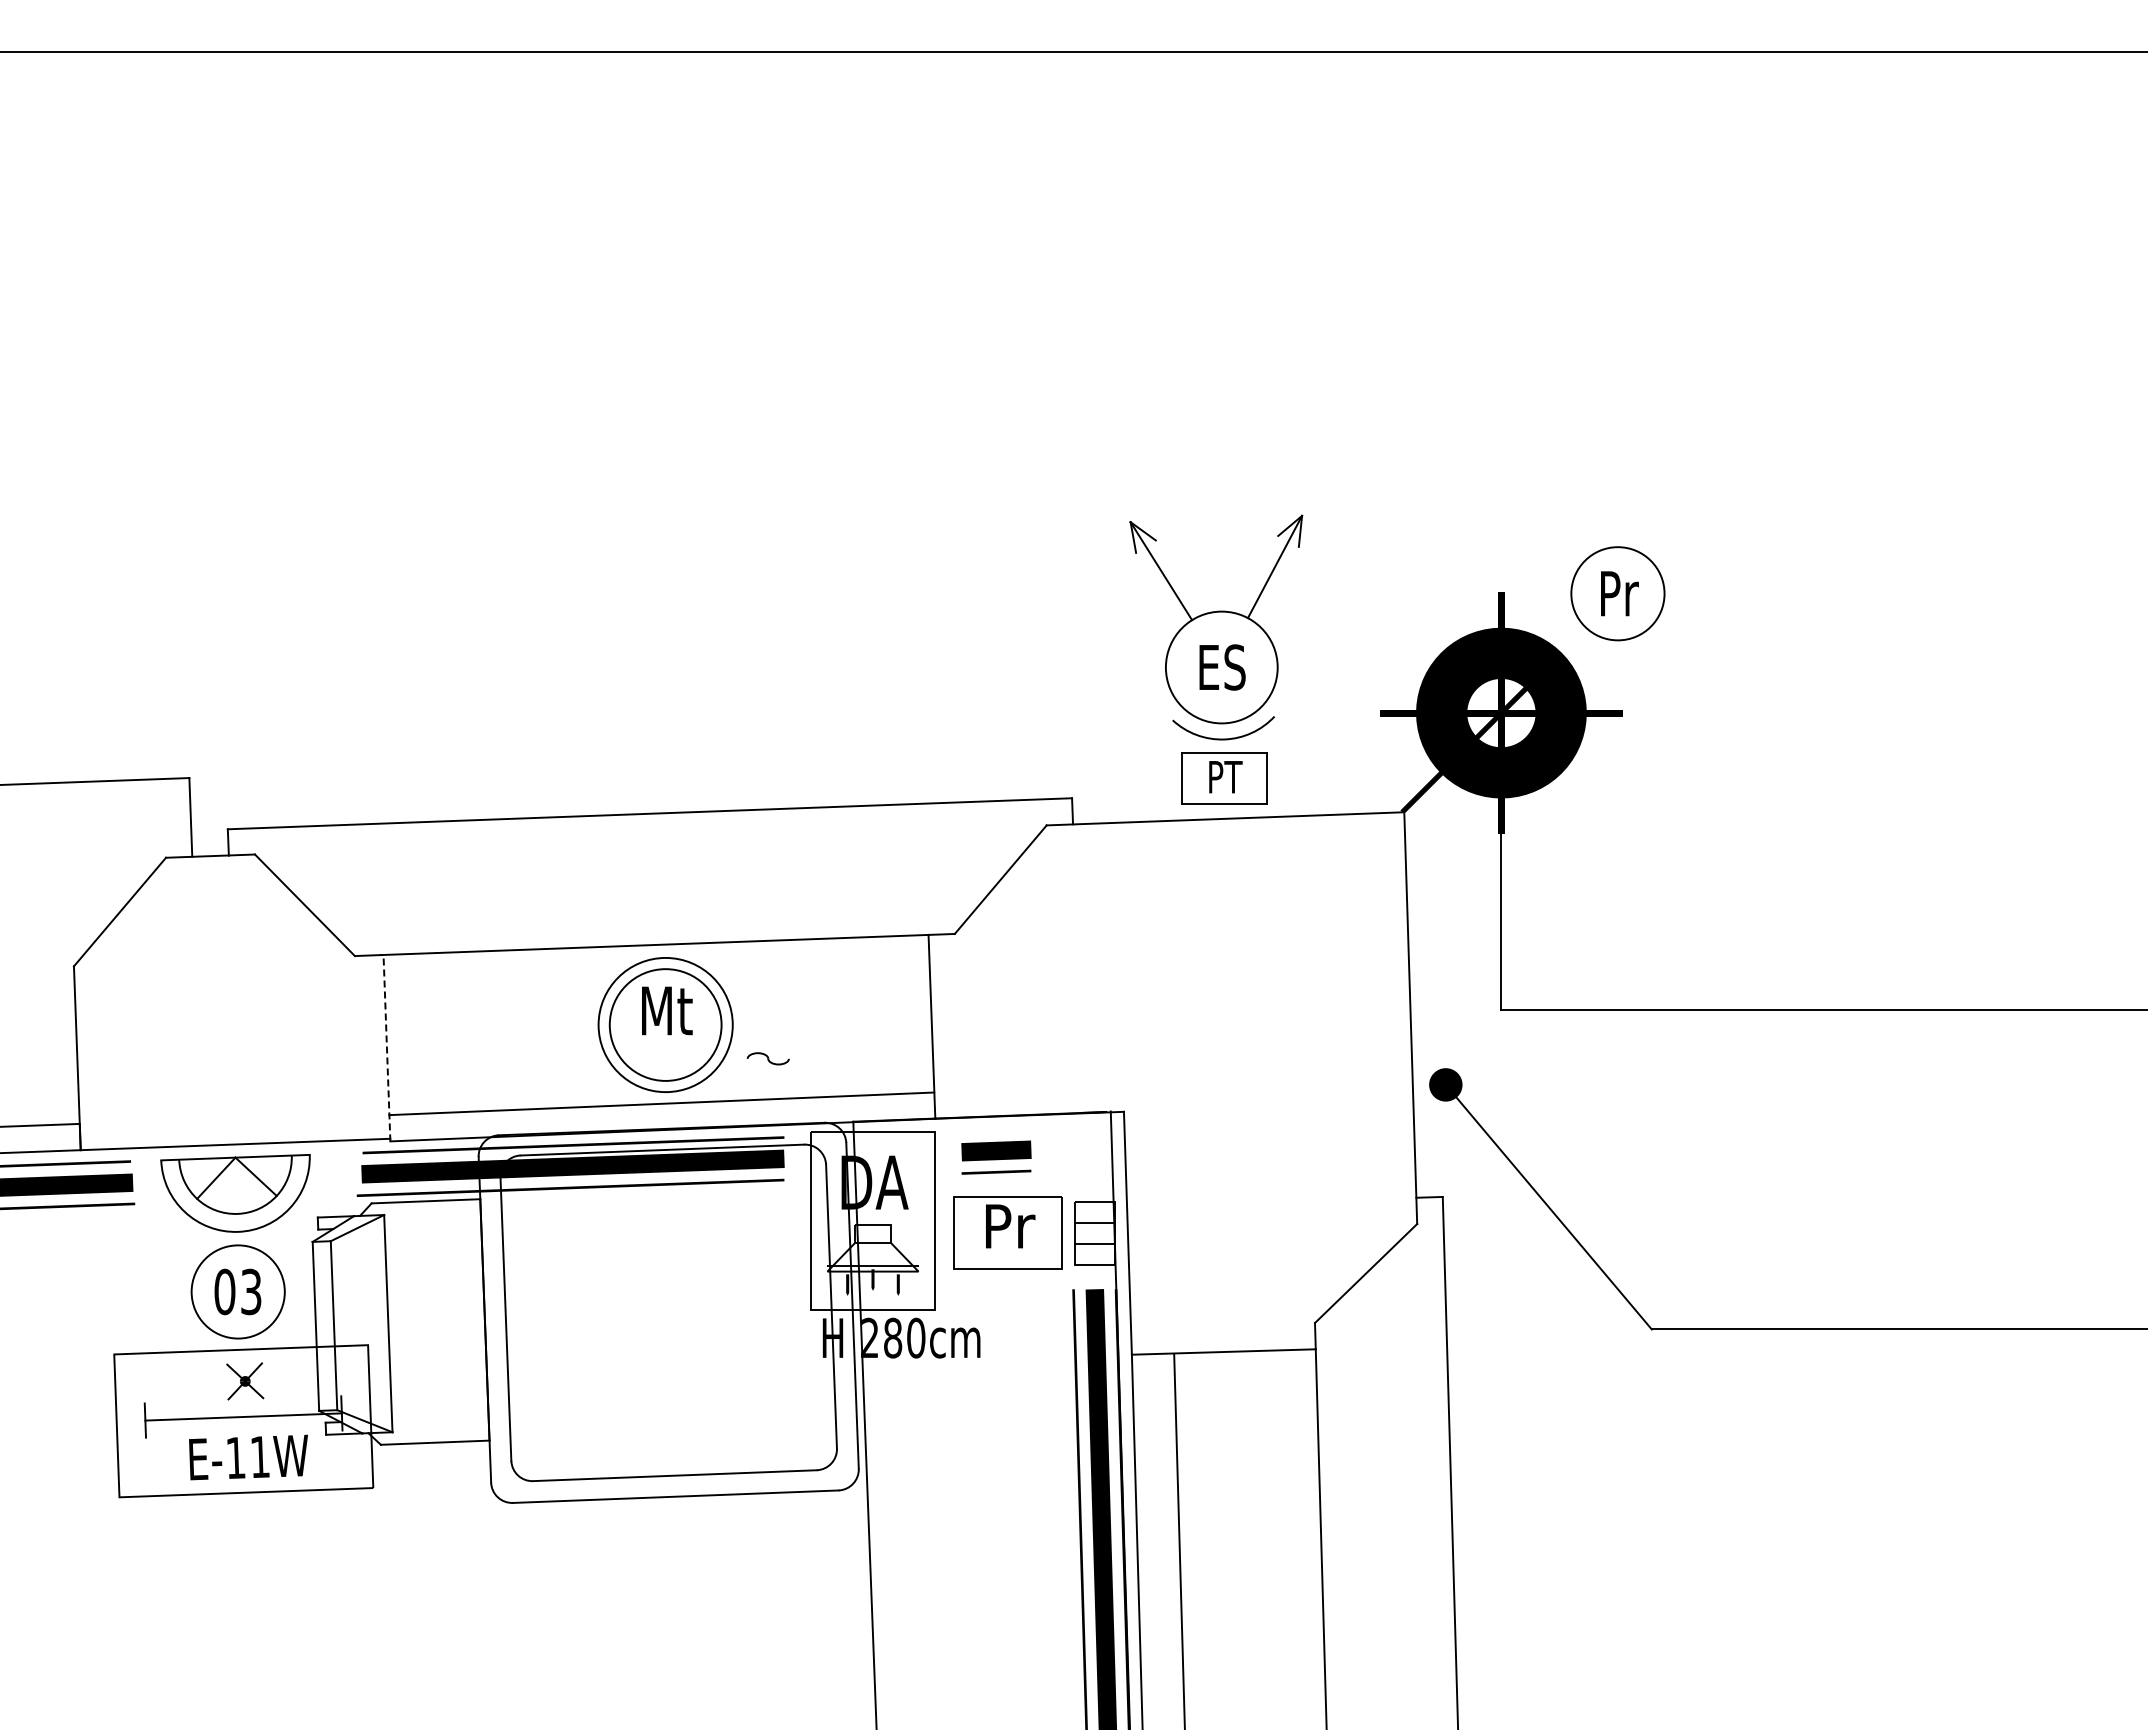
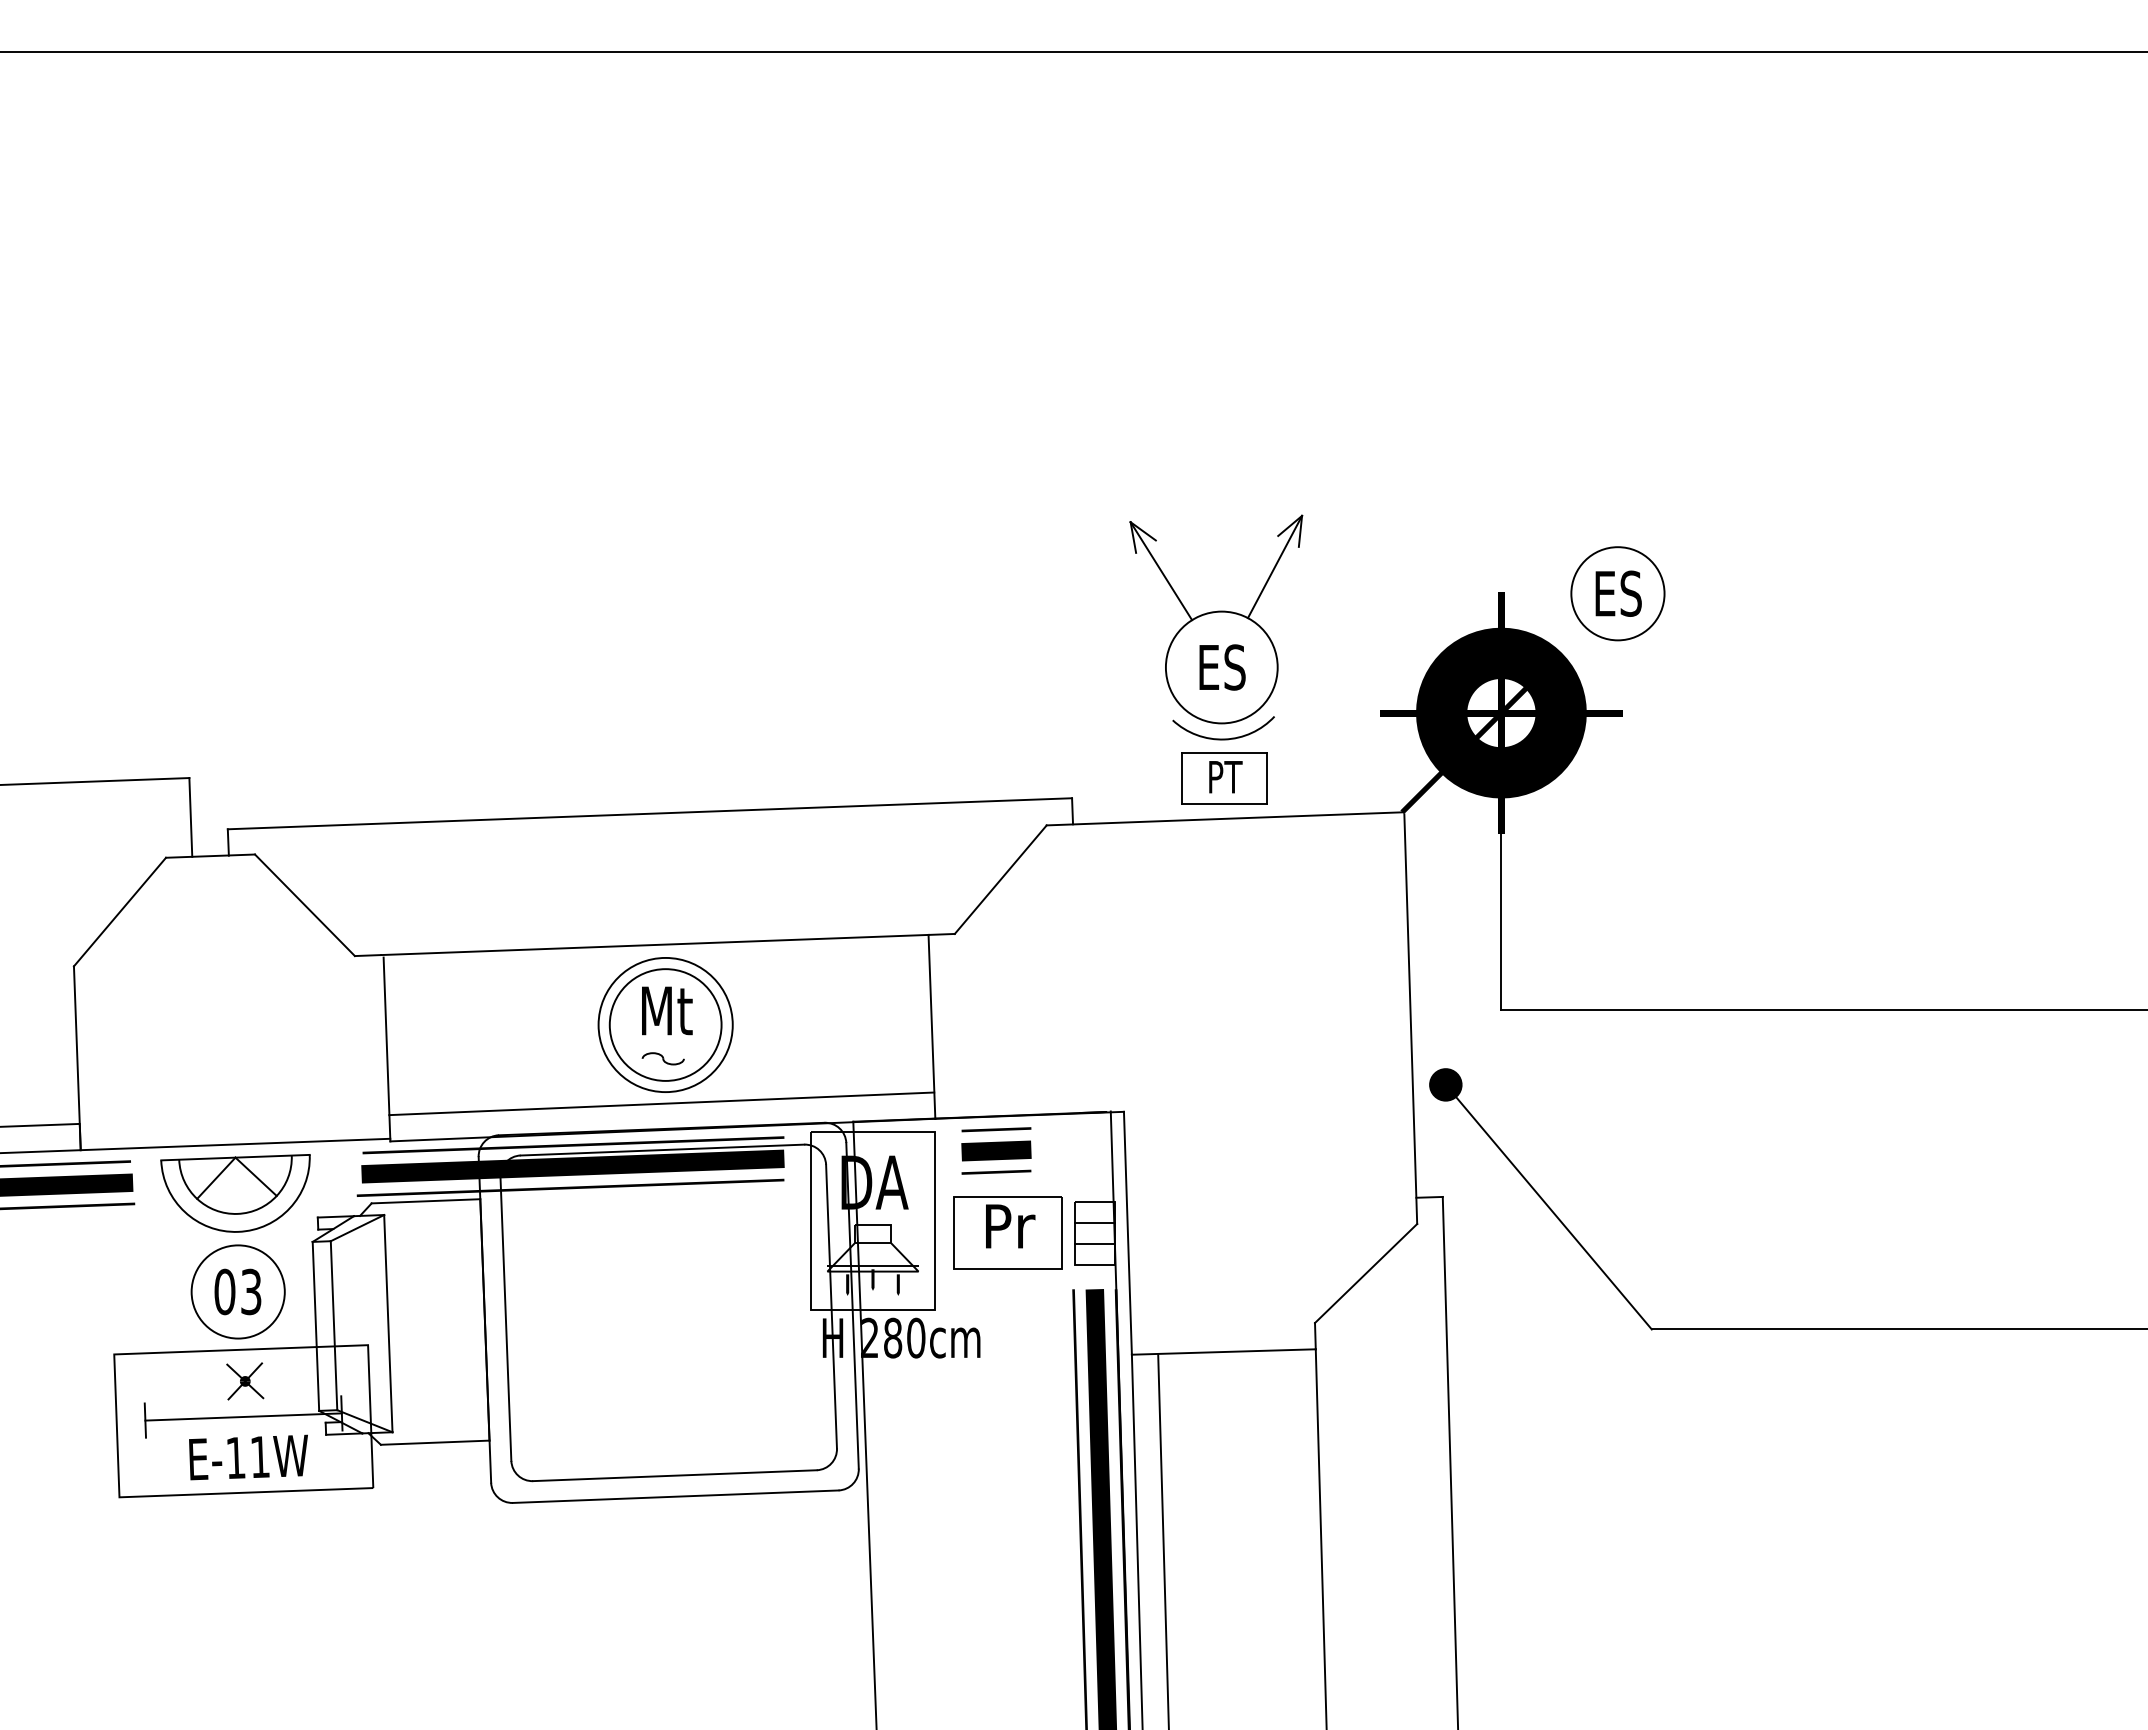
text at (1618, 593): Pr -> ES
line at (387, 1049): dashed -> solid
part at (767, 1058) position: (767, 1058) -> (662, 1058)
line at (996, 1129): none -> present
line at (1179, 1539) position: (1179, 1539) -> (1163, 1539)
